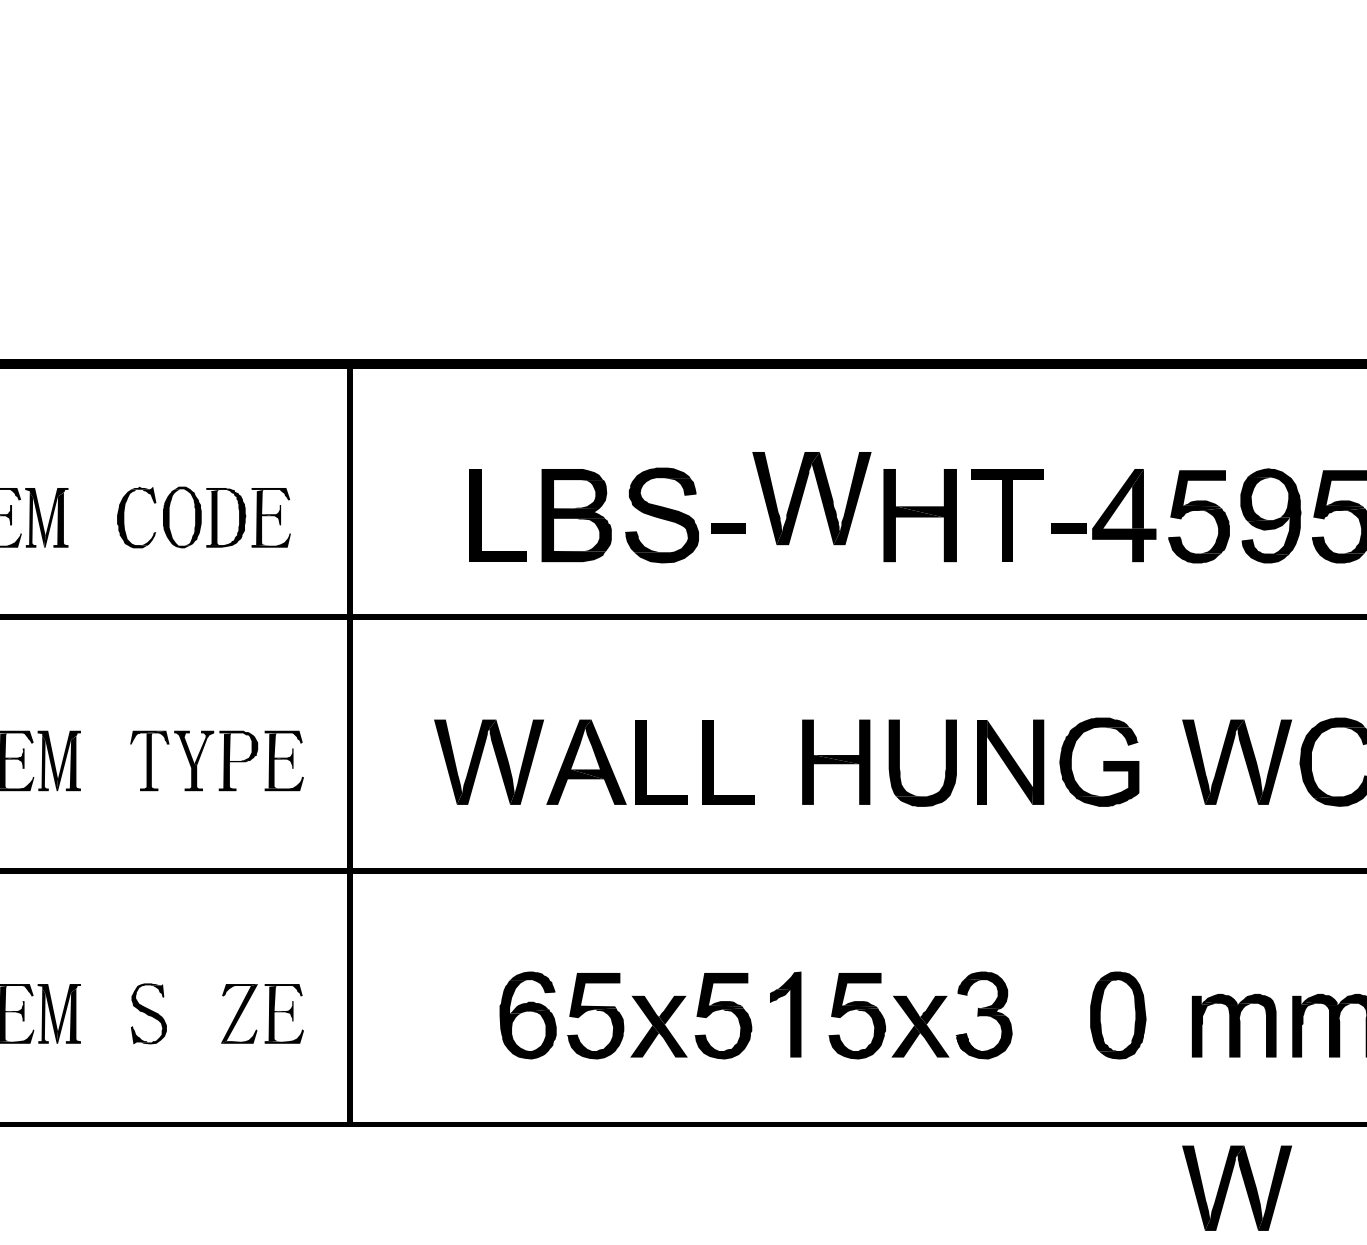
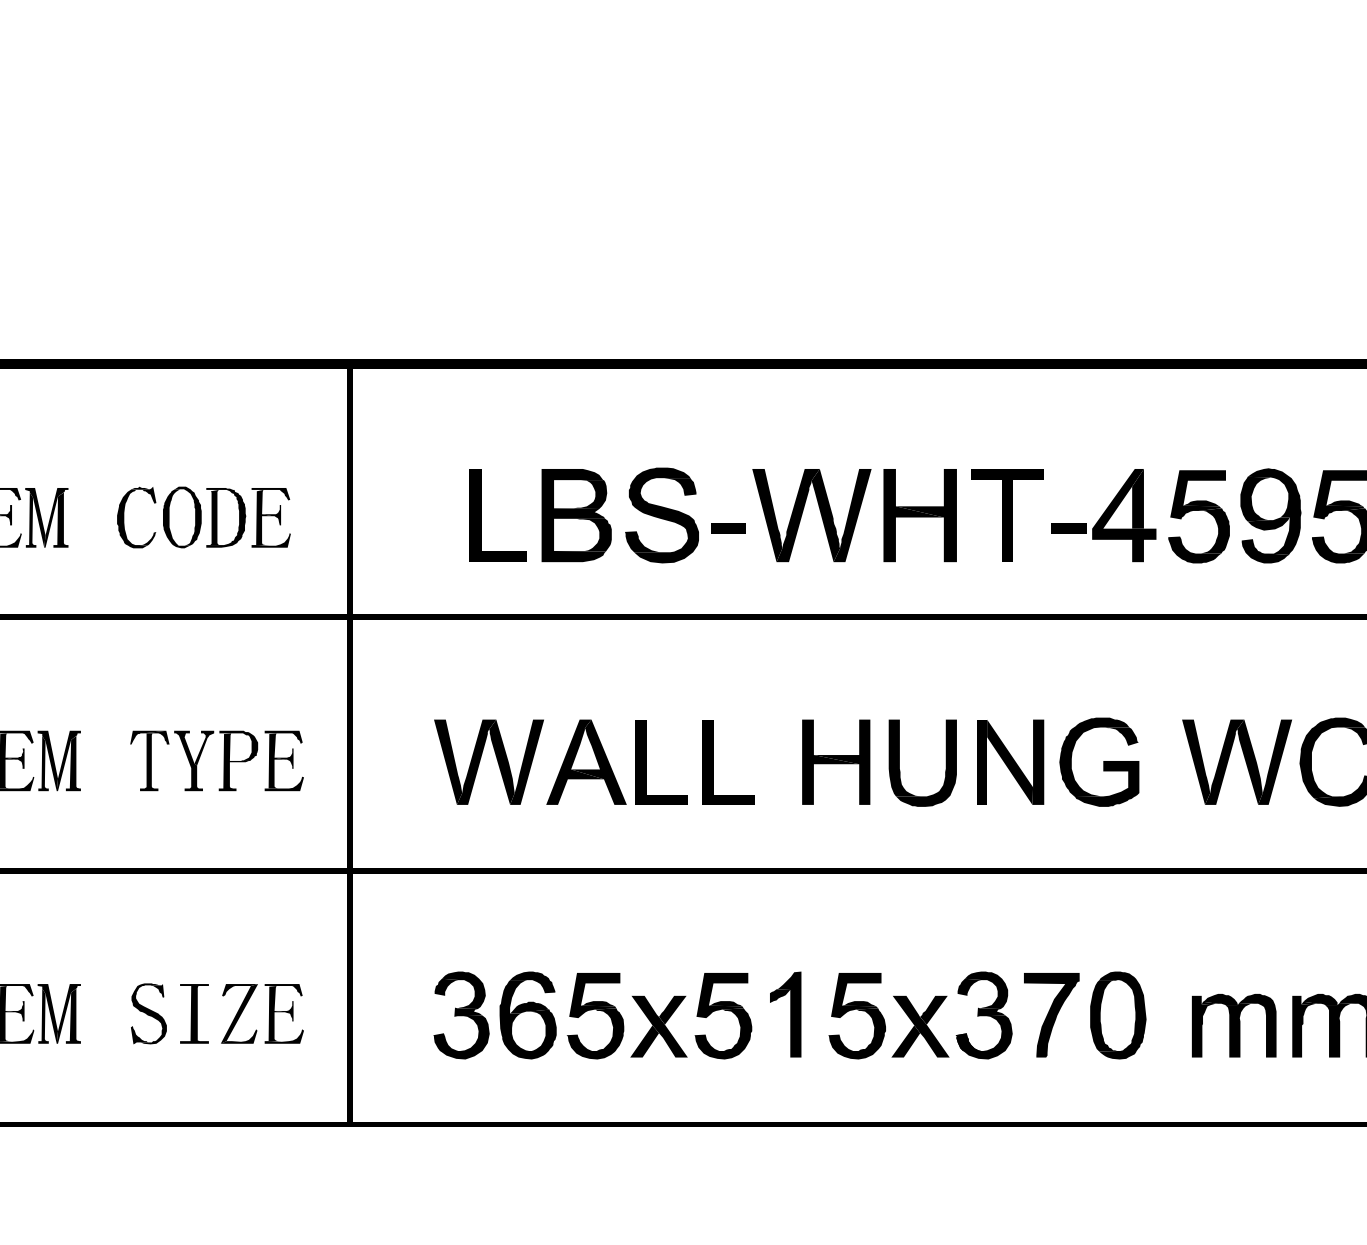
part at (803, 494) position: (803, 494) -> (803, 511)
fill at (597, 1003): none -> present
fill at (194, 1013): none -> present
part at (461, 1015): none -> present
part at (1051, 1015): none -> present
part at (1229, 1184): present -> none
